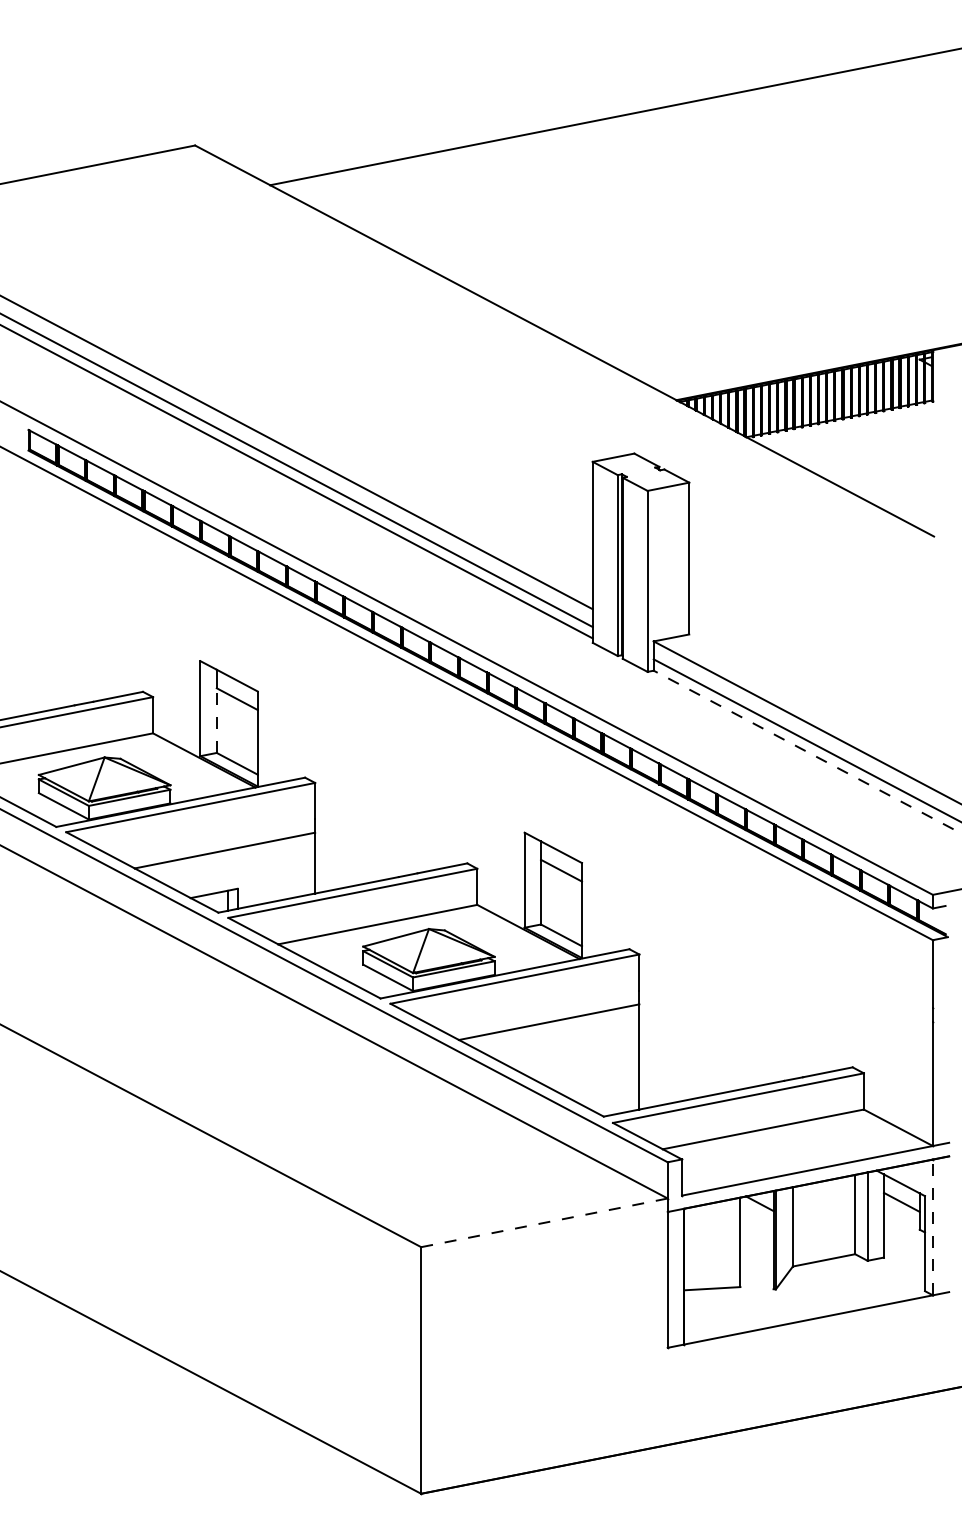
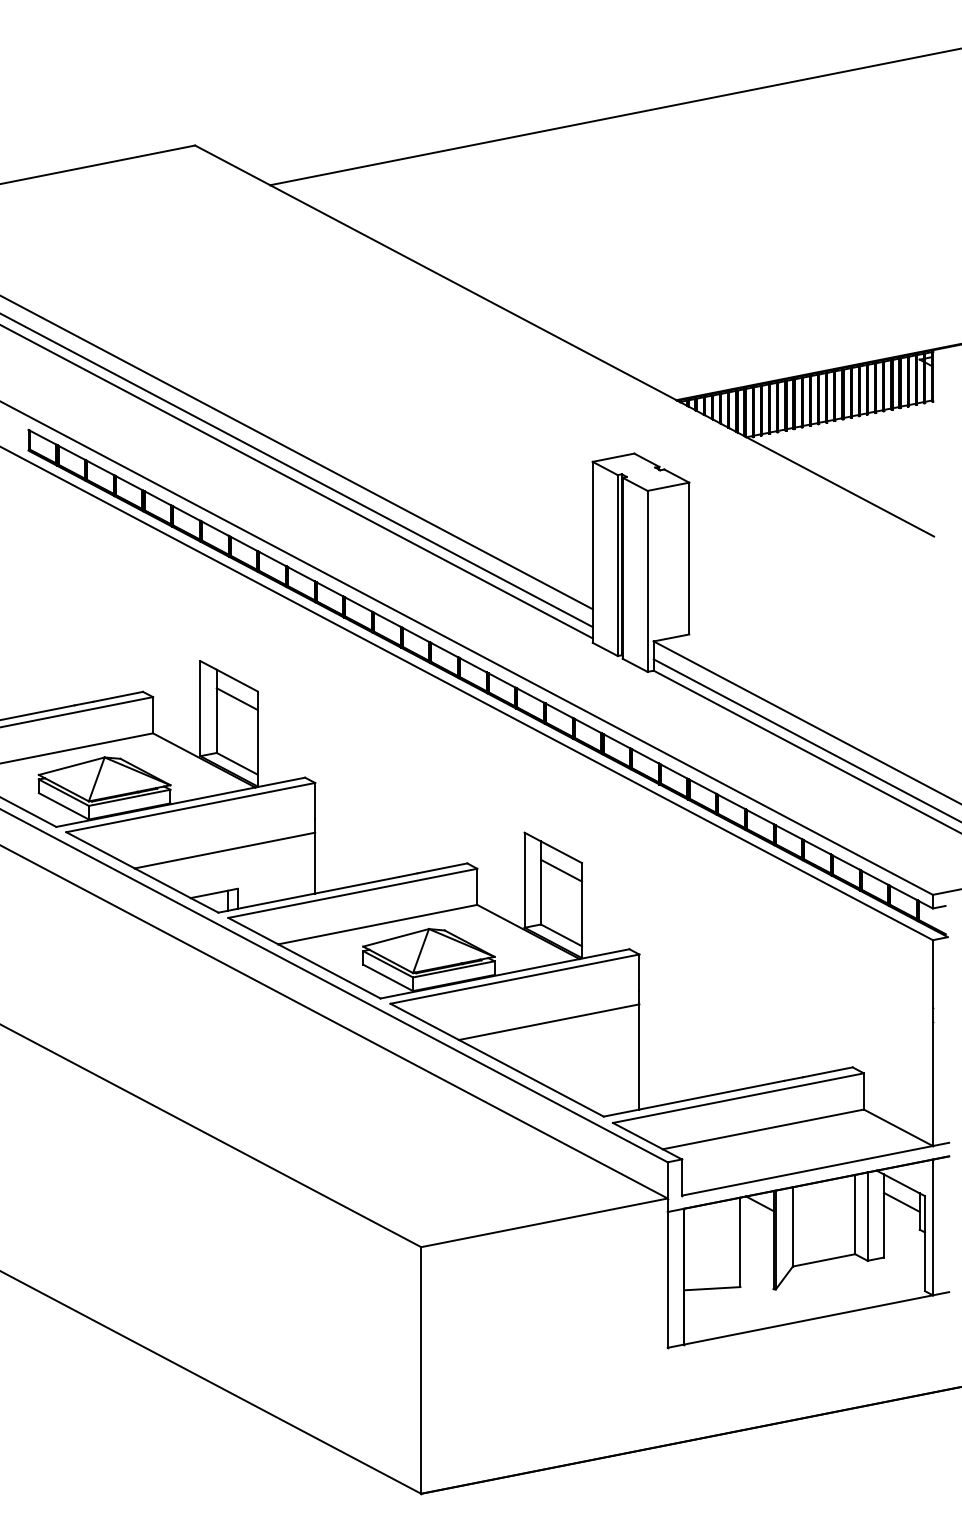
line at (216, 720): dashed -> solid
line at (807, 752): dashed -> solid
line at (544, 1222): dashed -> solid
line at (932, 1227): dashed -> solid
